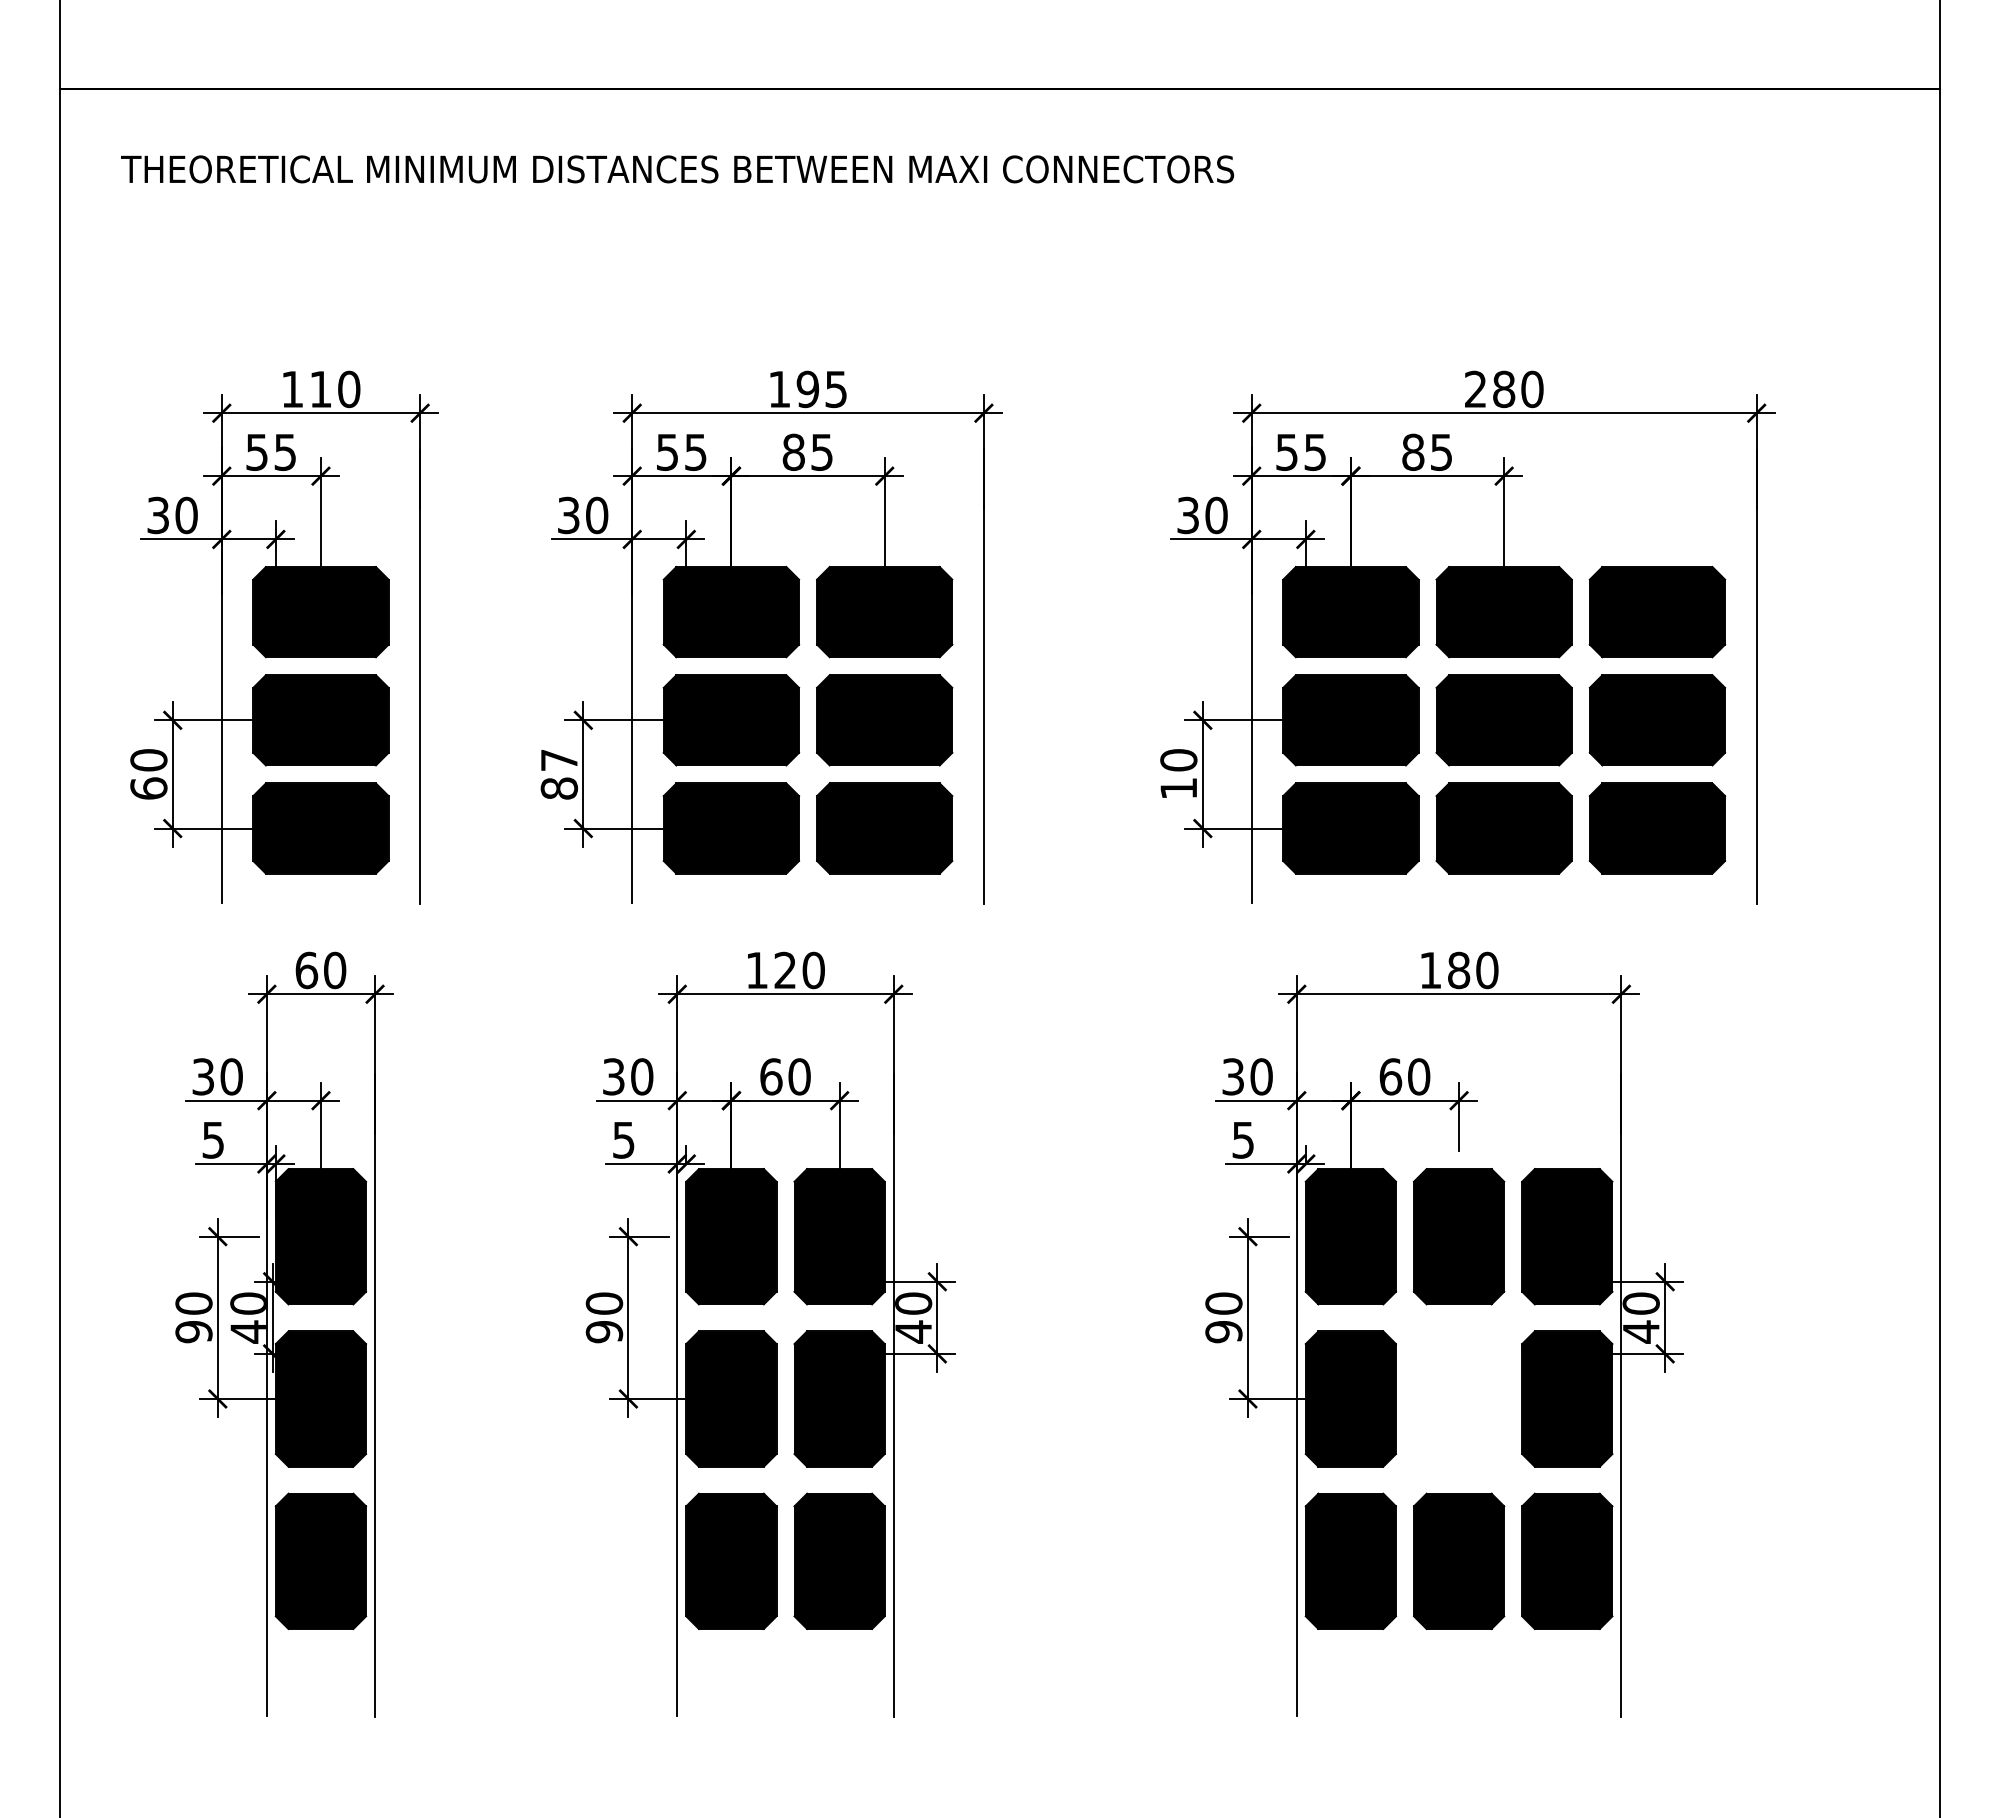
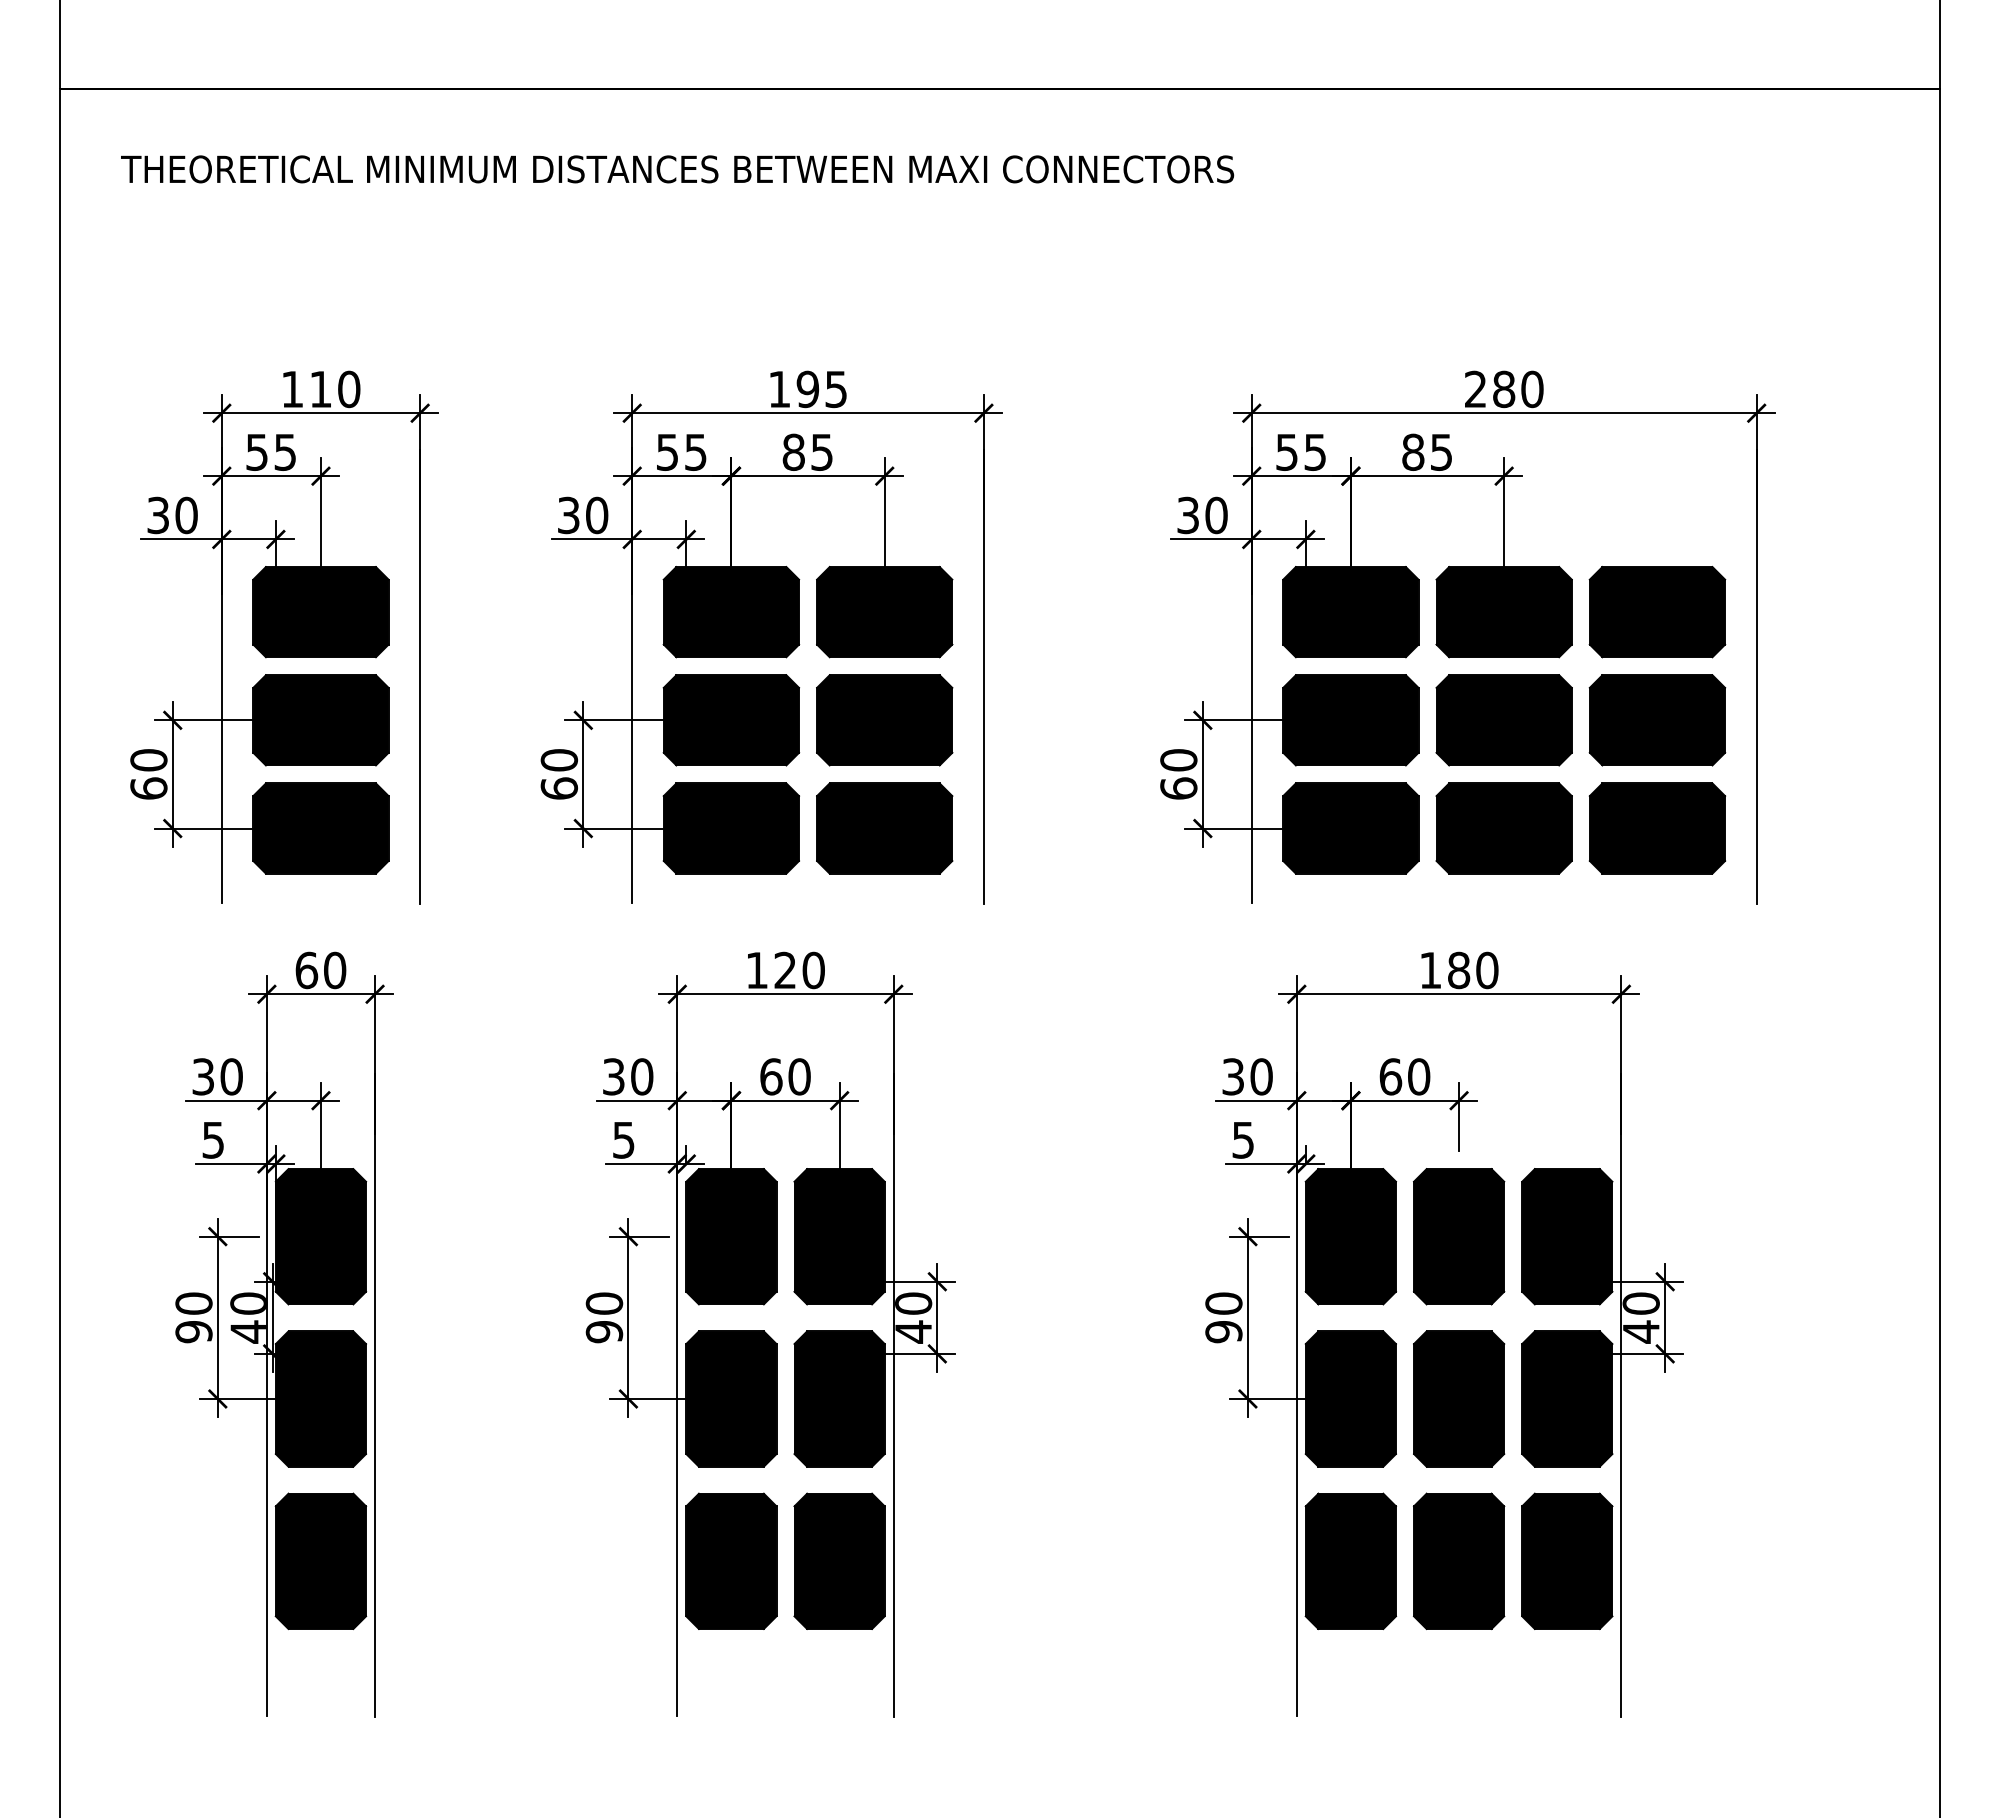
text at (559, 774): 87 -> 60
text at (1178, 788): 10 -> 60
part at (1459, 1398): none -> present
